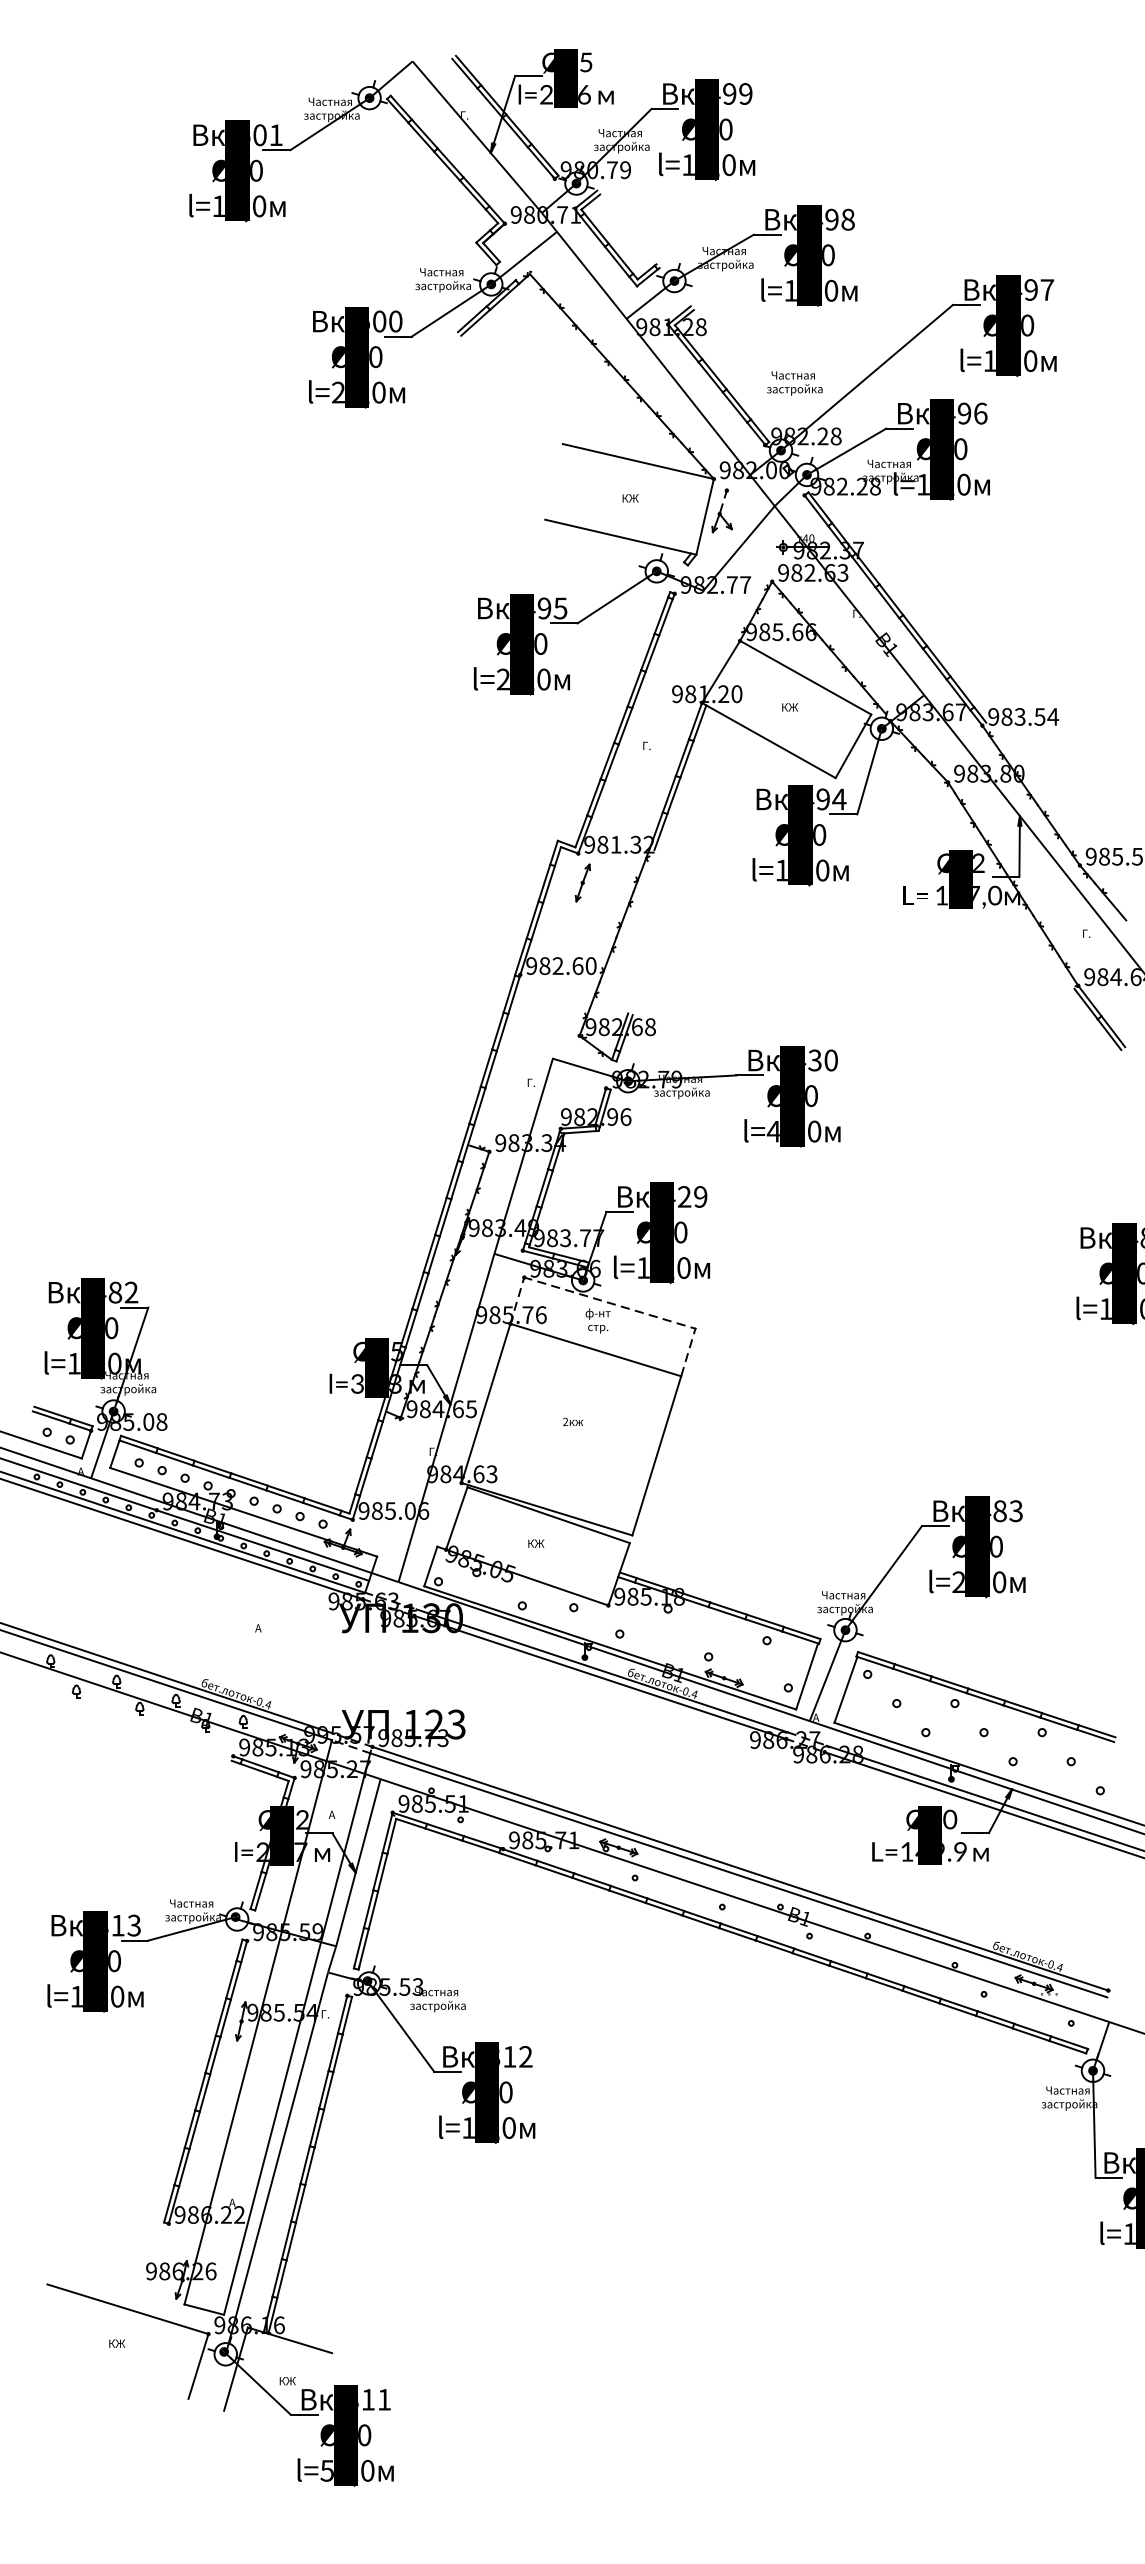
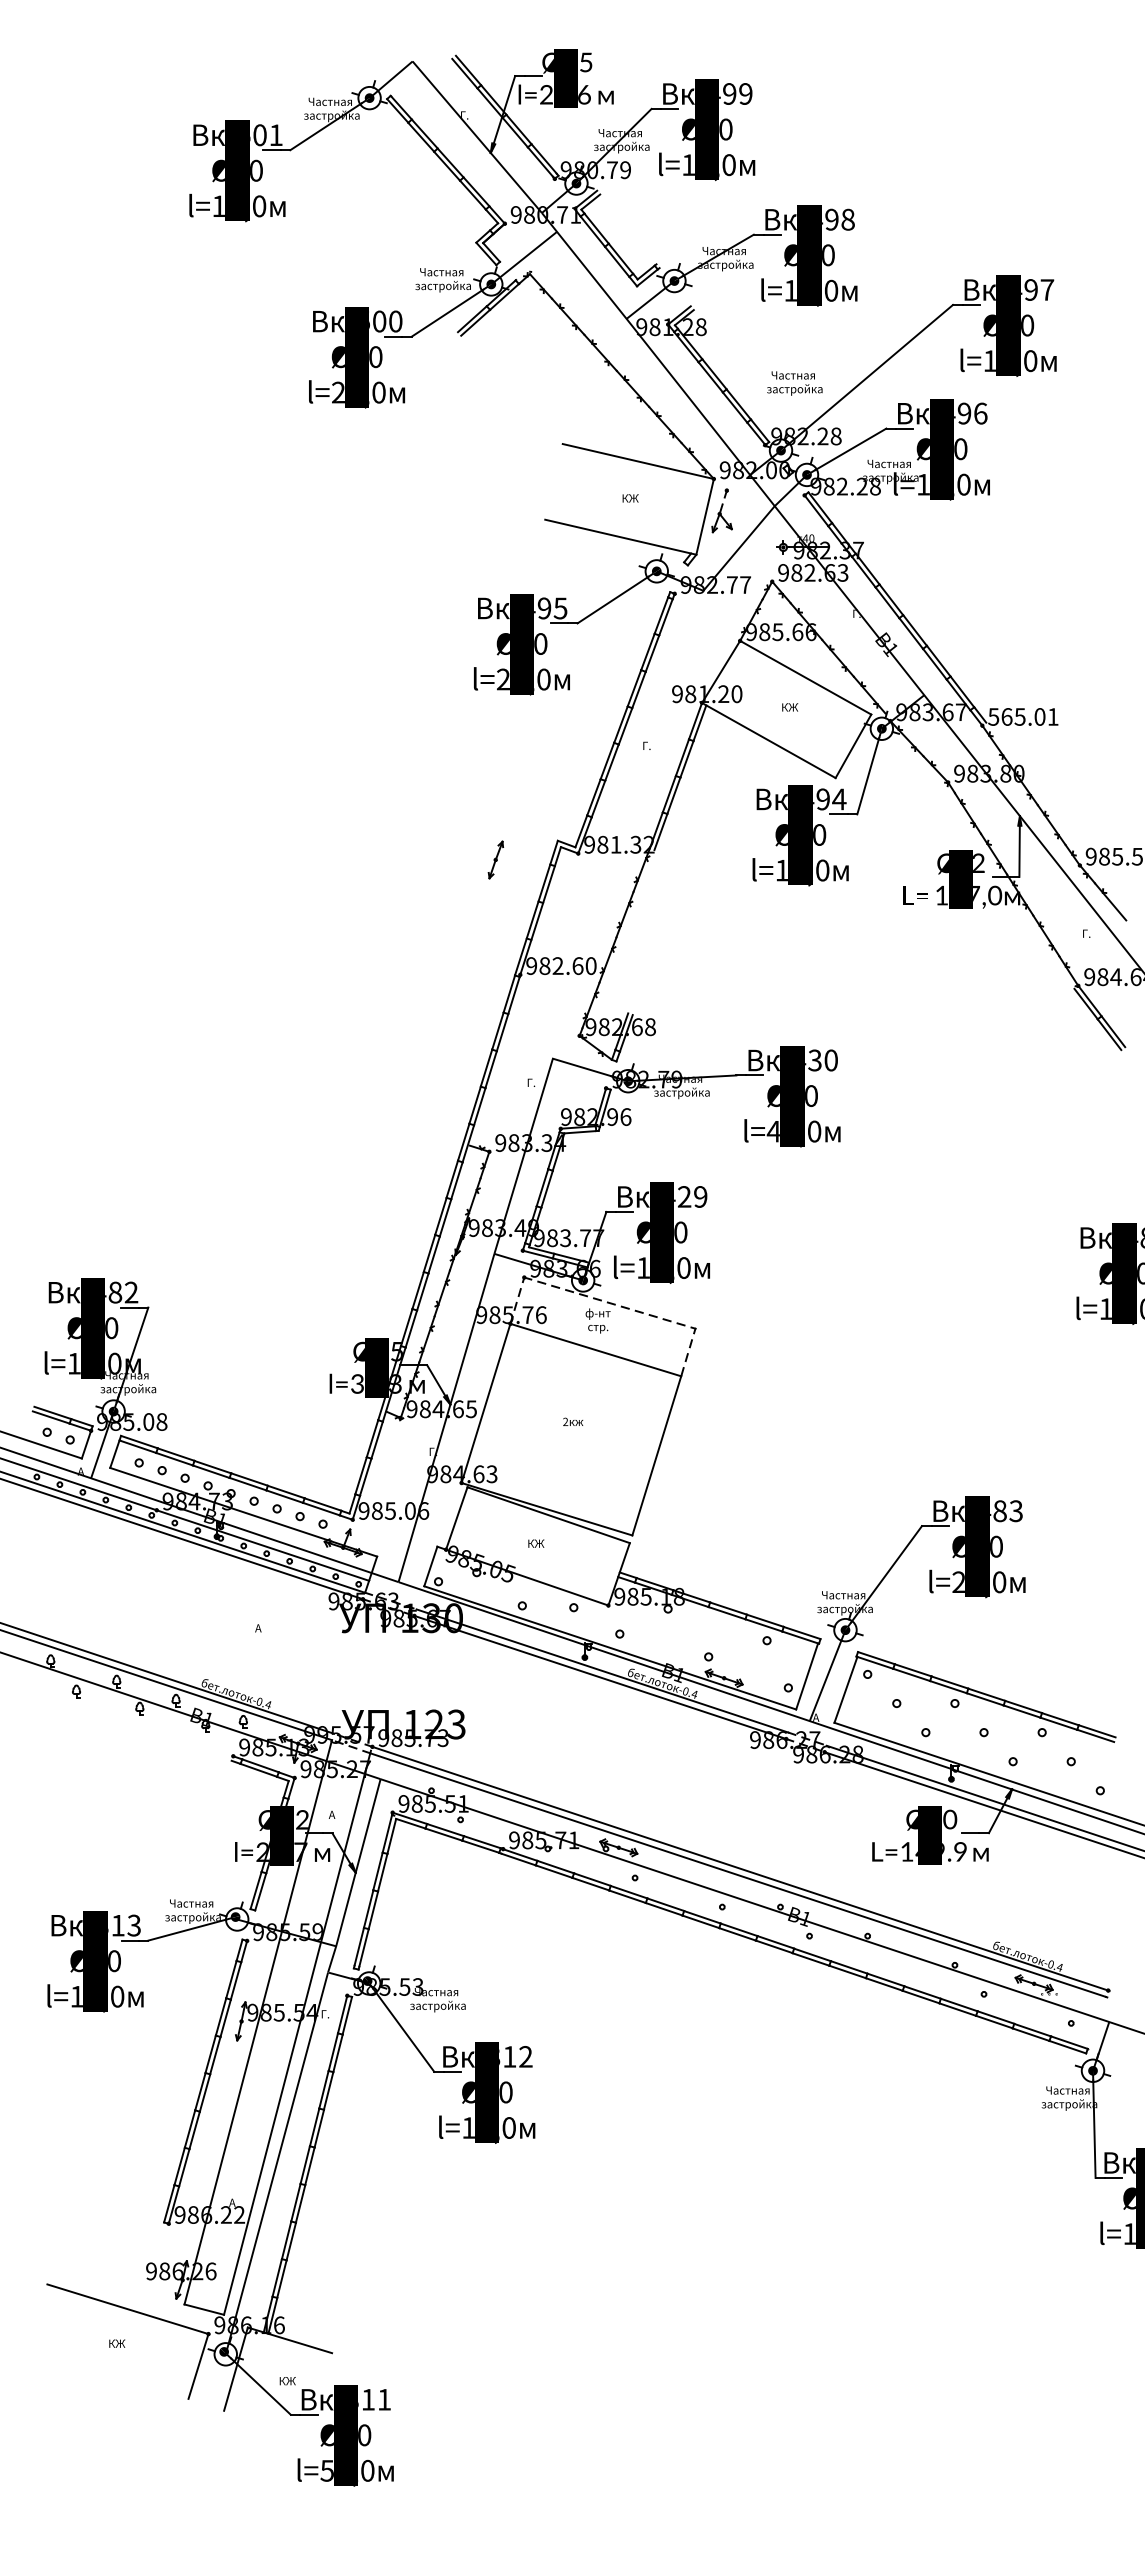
text at (1023, 716): 983.54 -> 565.01
part at (582, 882) position: (582, 882) -> (495, 859)
